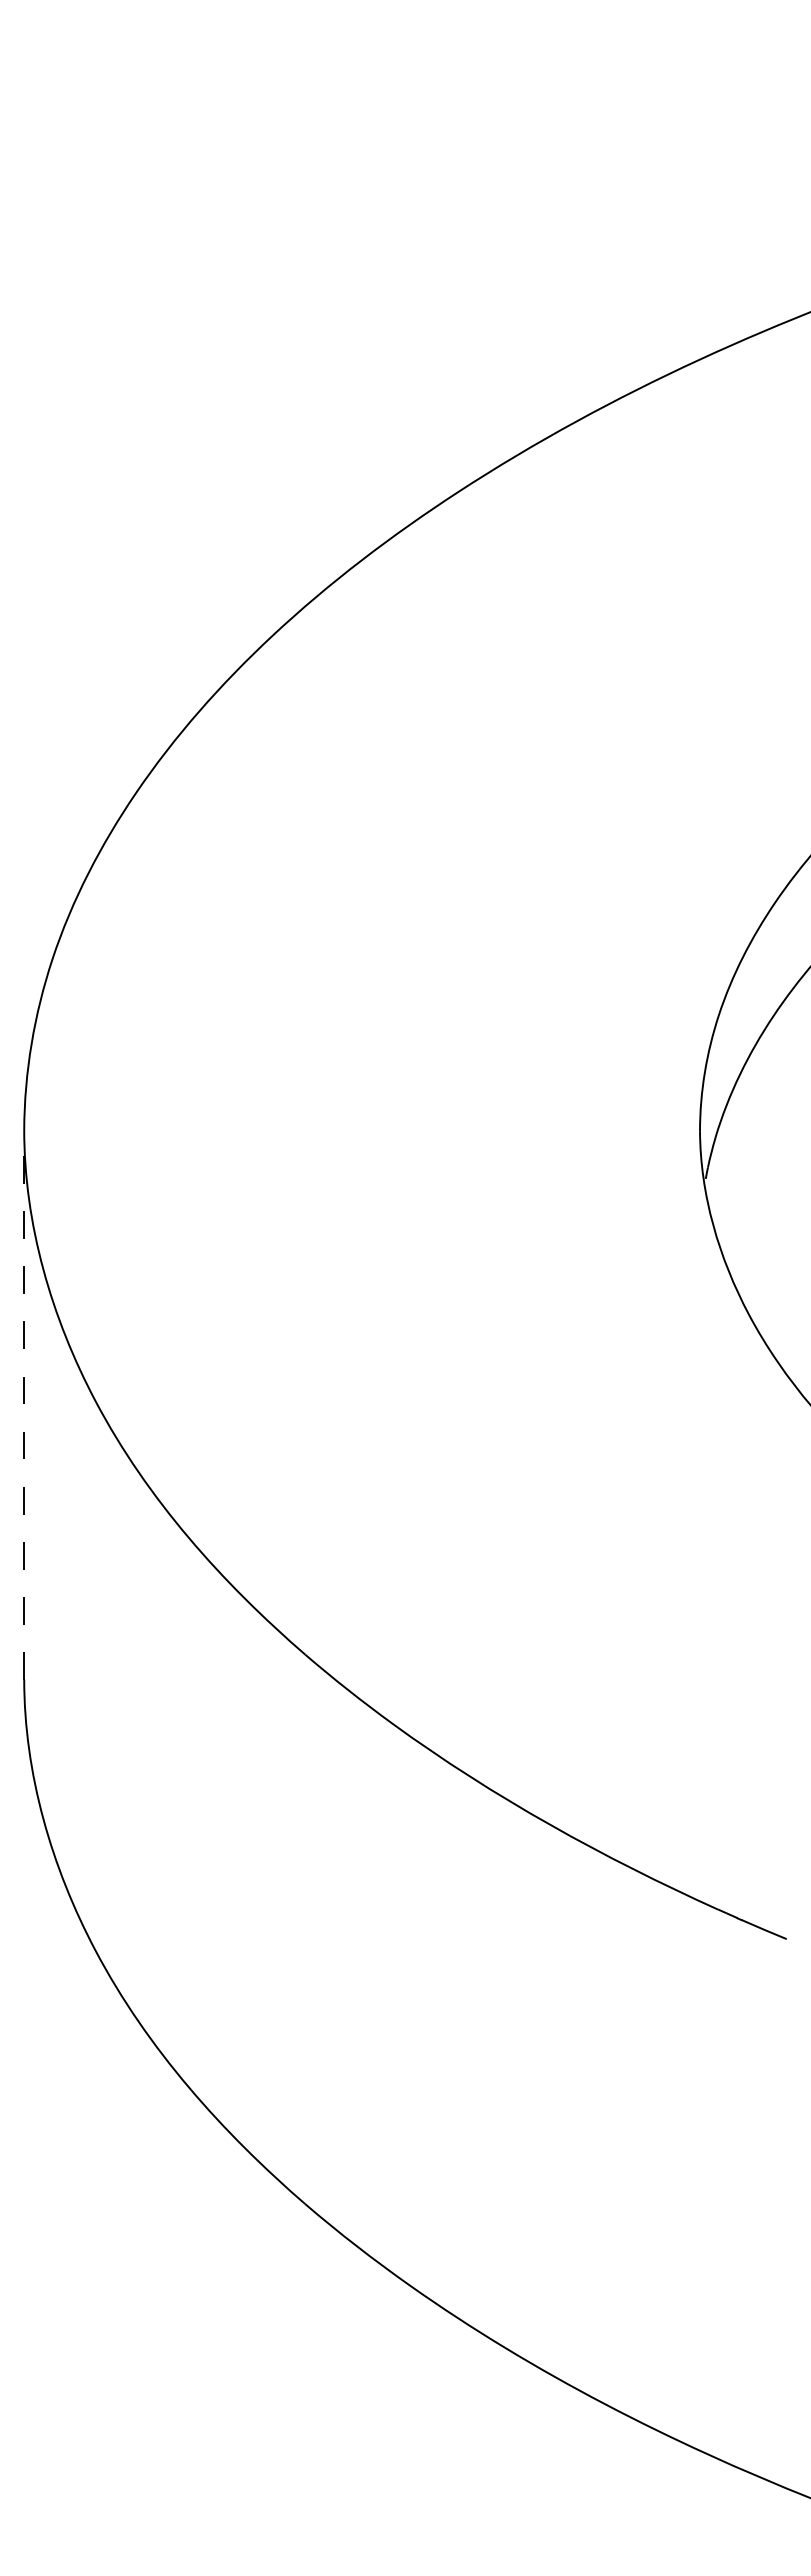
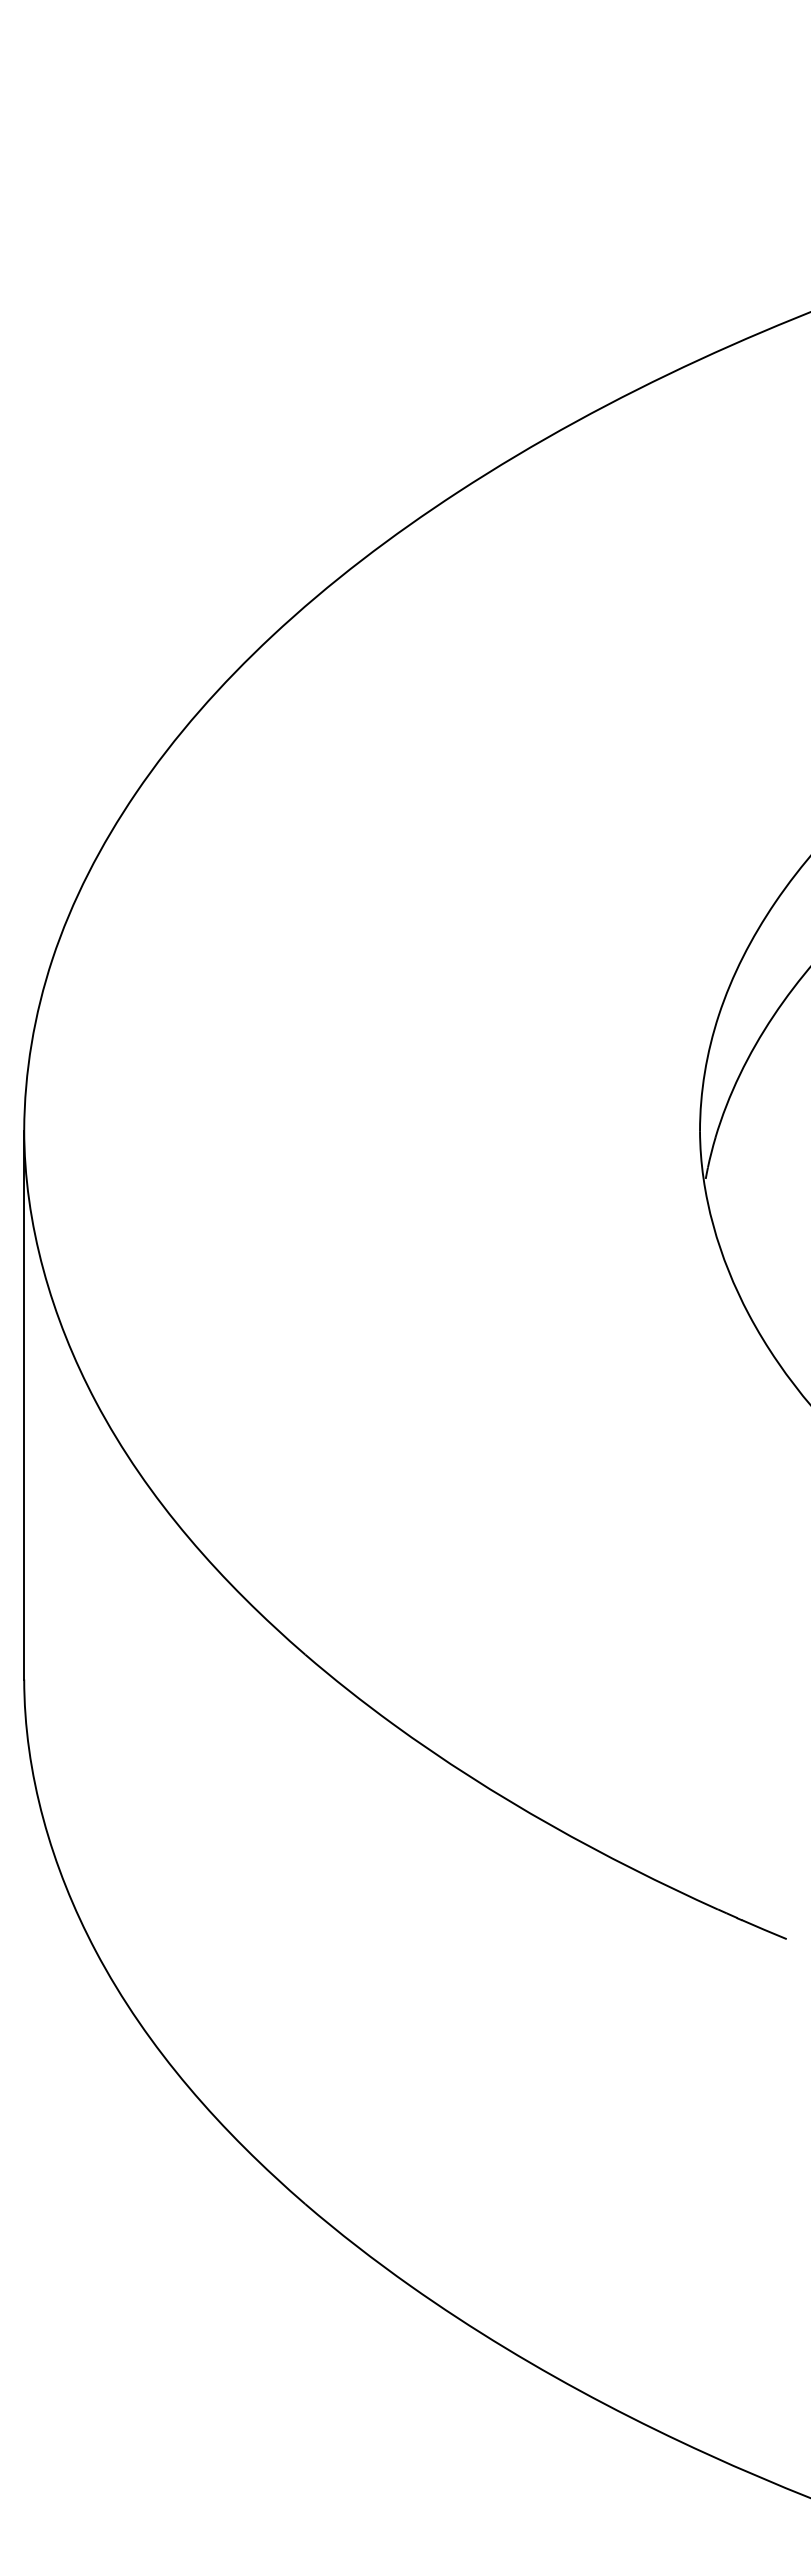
line at (24, 1405): dashed -> solid
